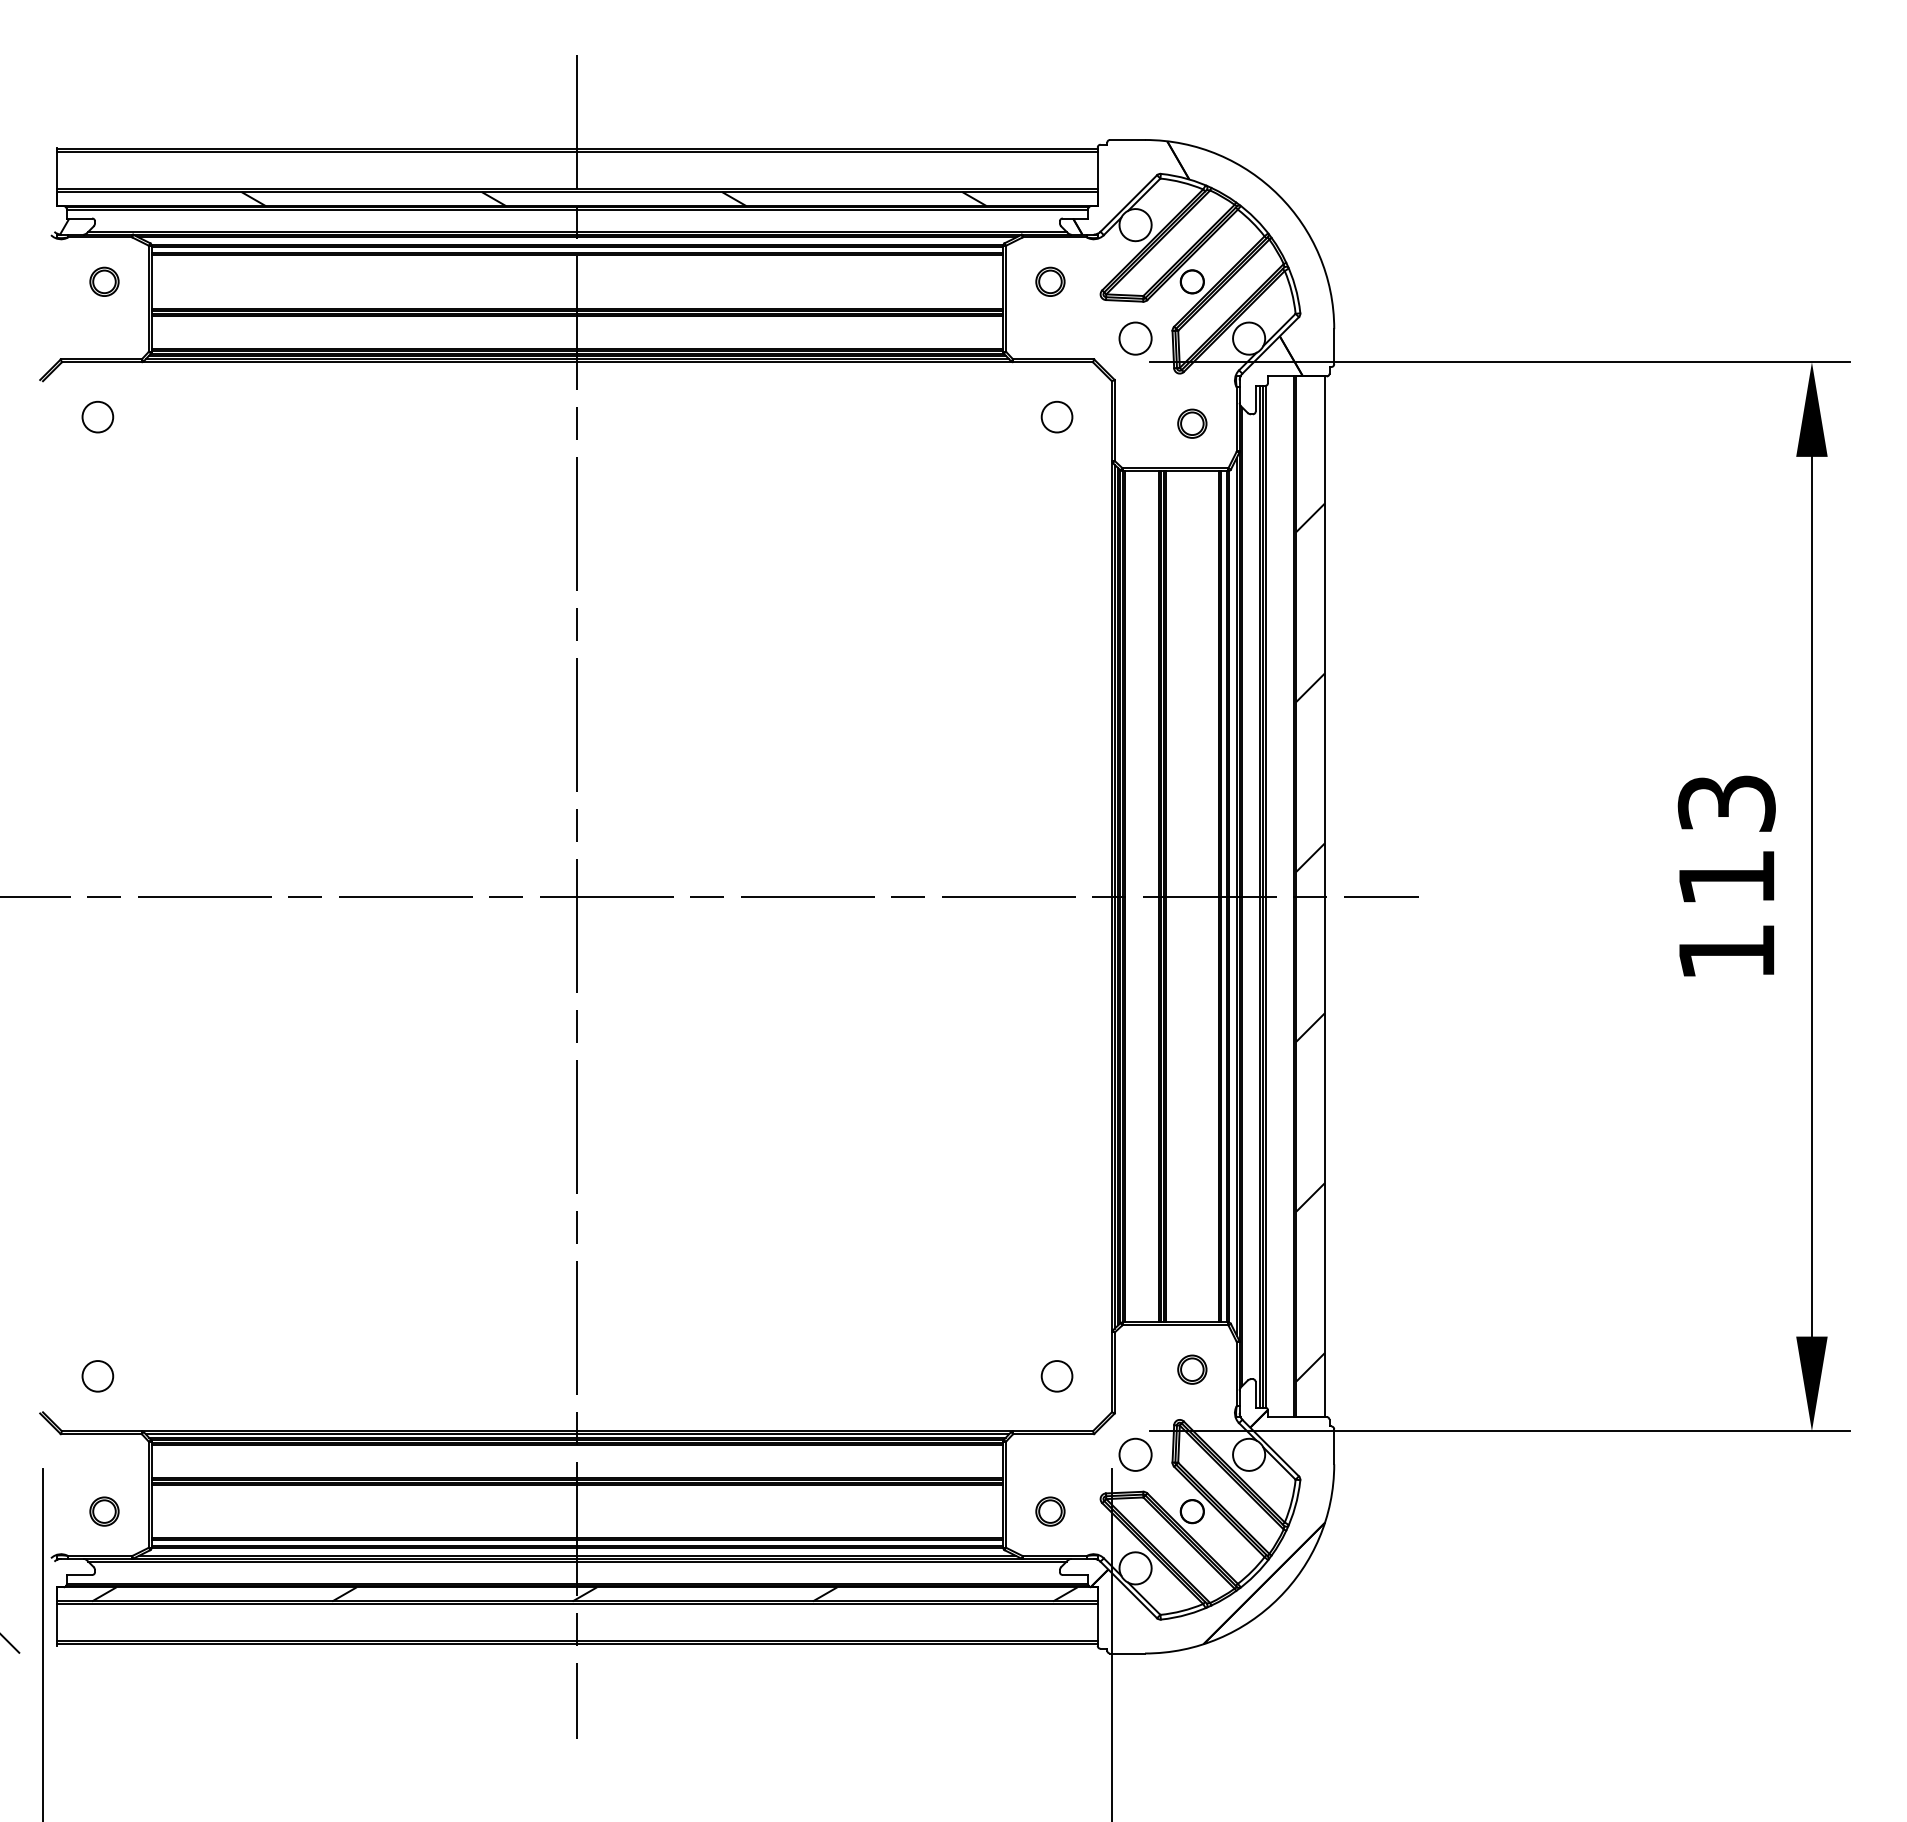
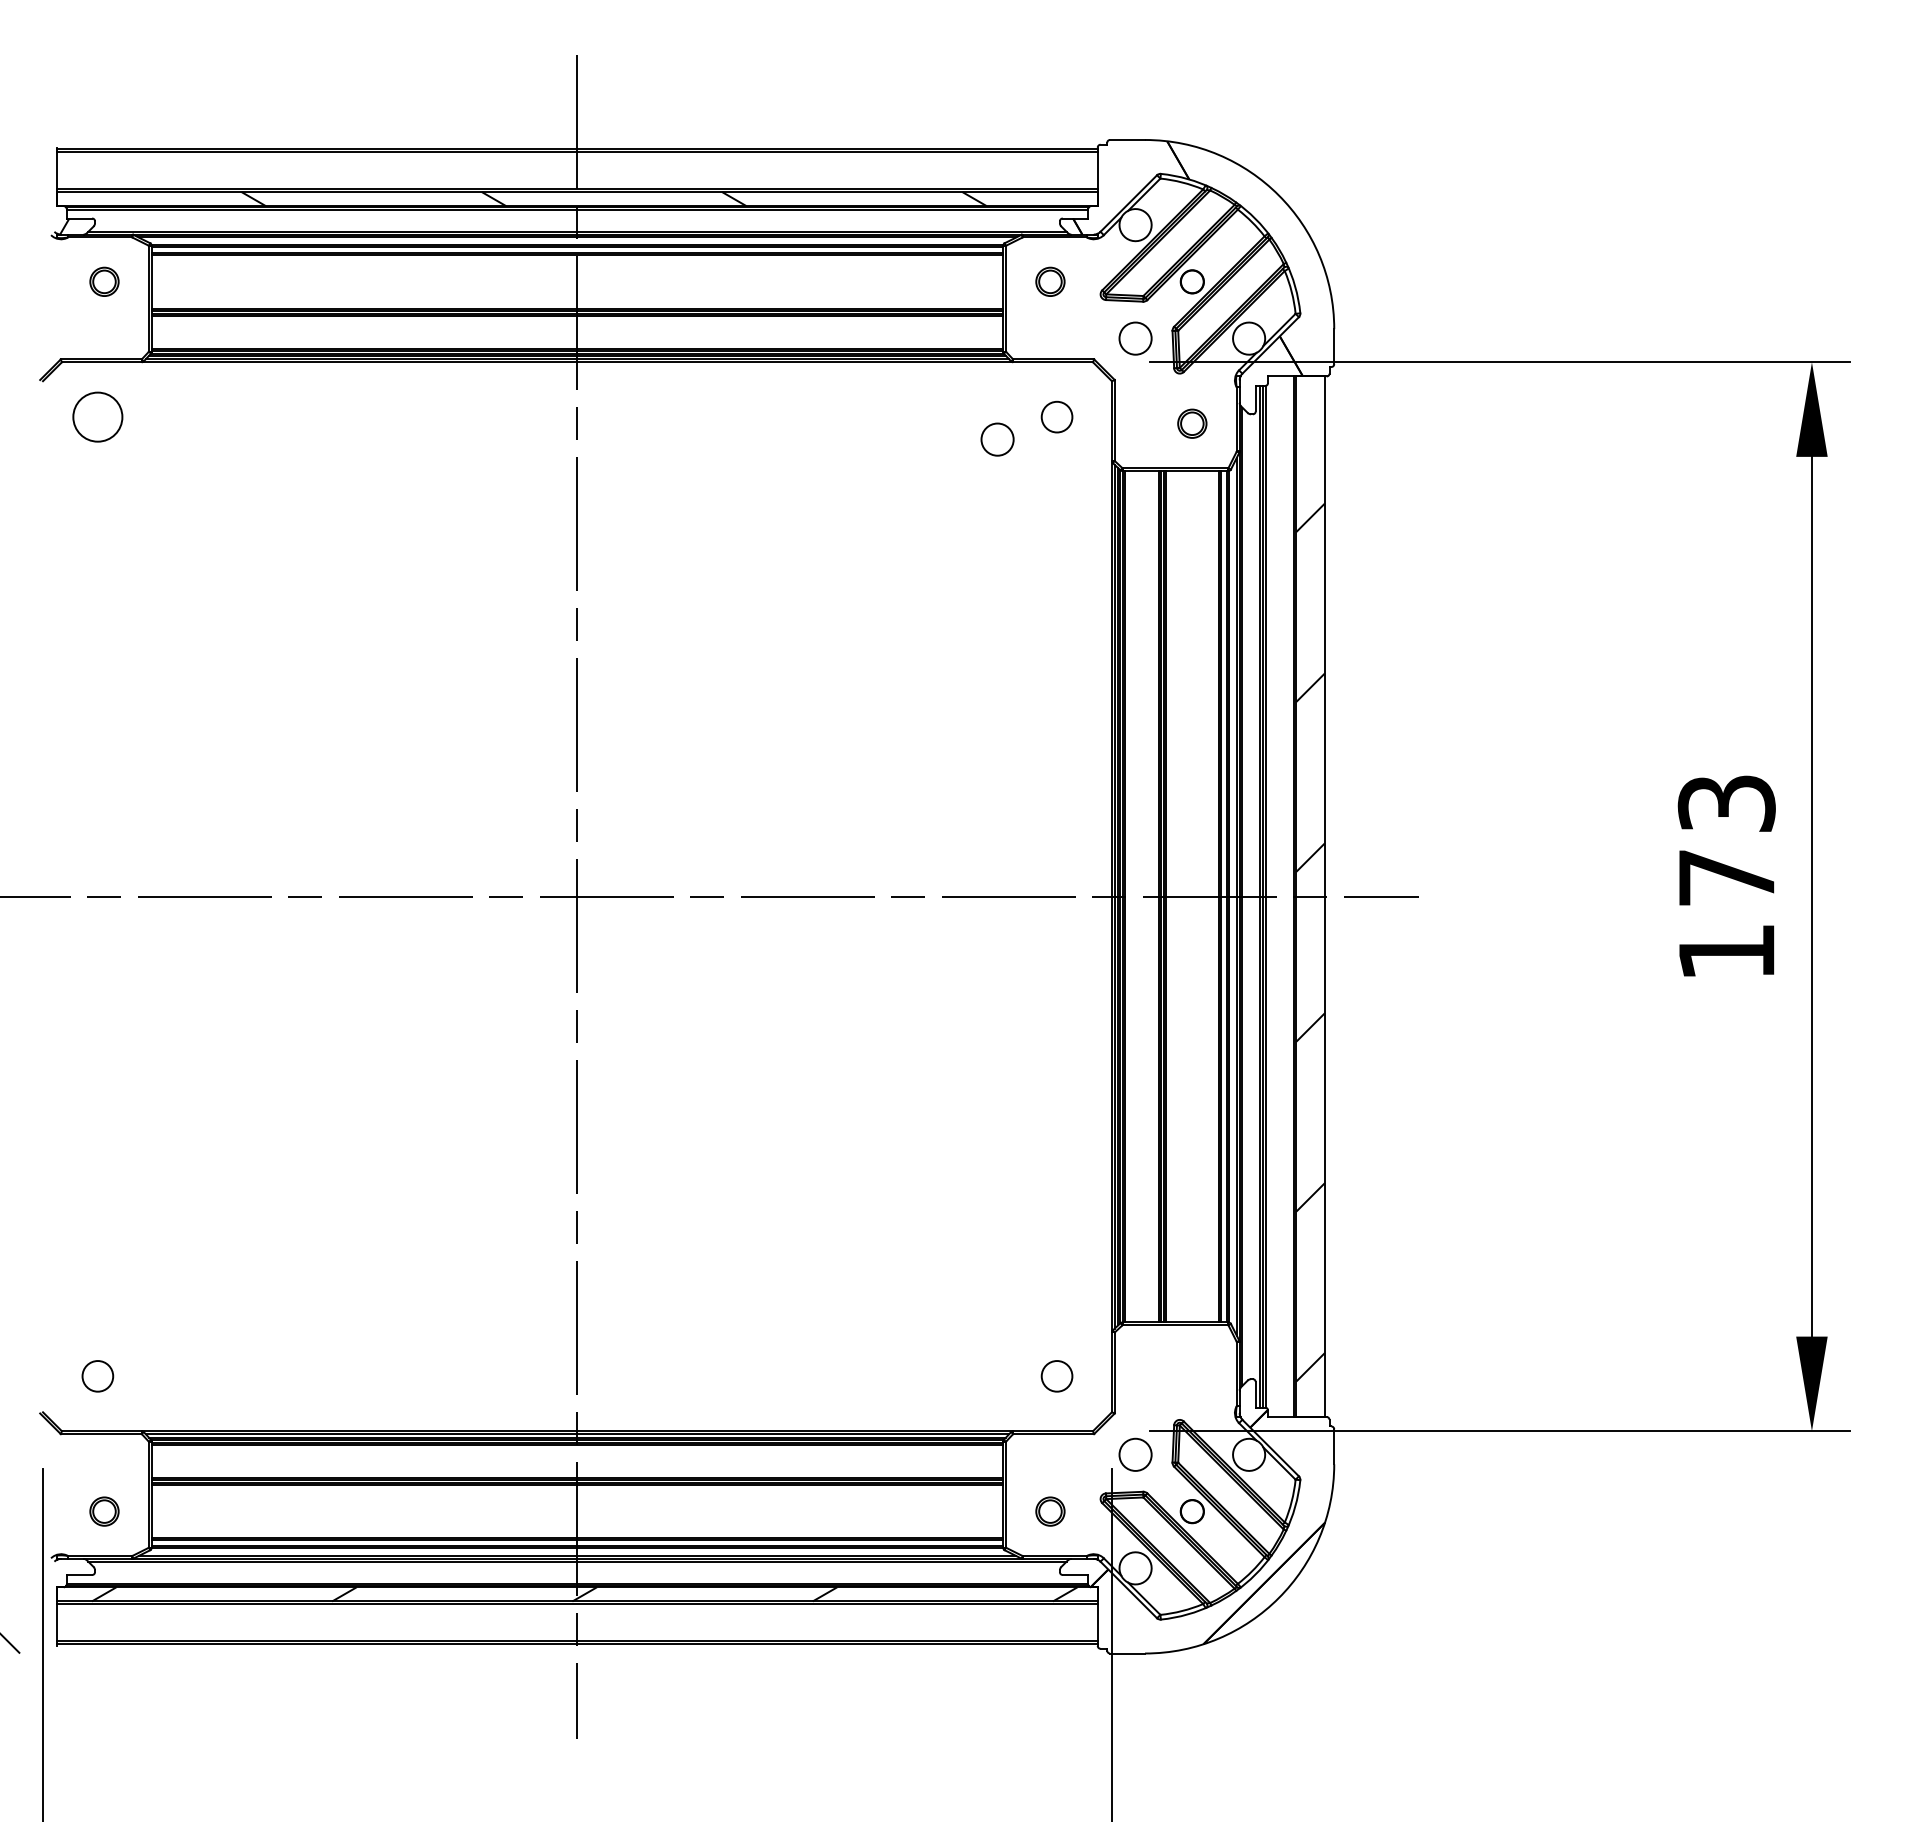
circle at (97, 416) diameter: 31 px -> 49 px
circle at (997, 439): none -> present
text at (1726, 877): 113 -> 173
part at (1192, 1369): present -> none
